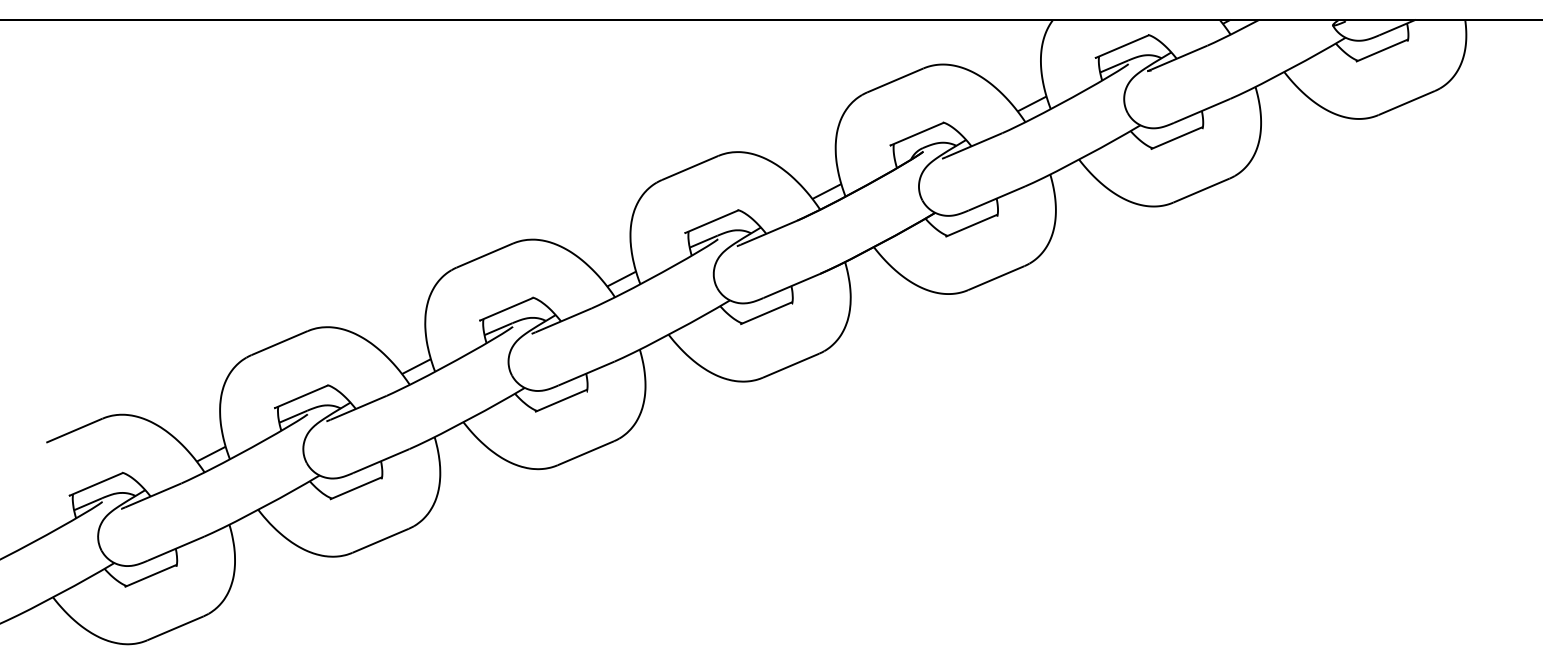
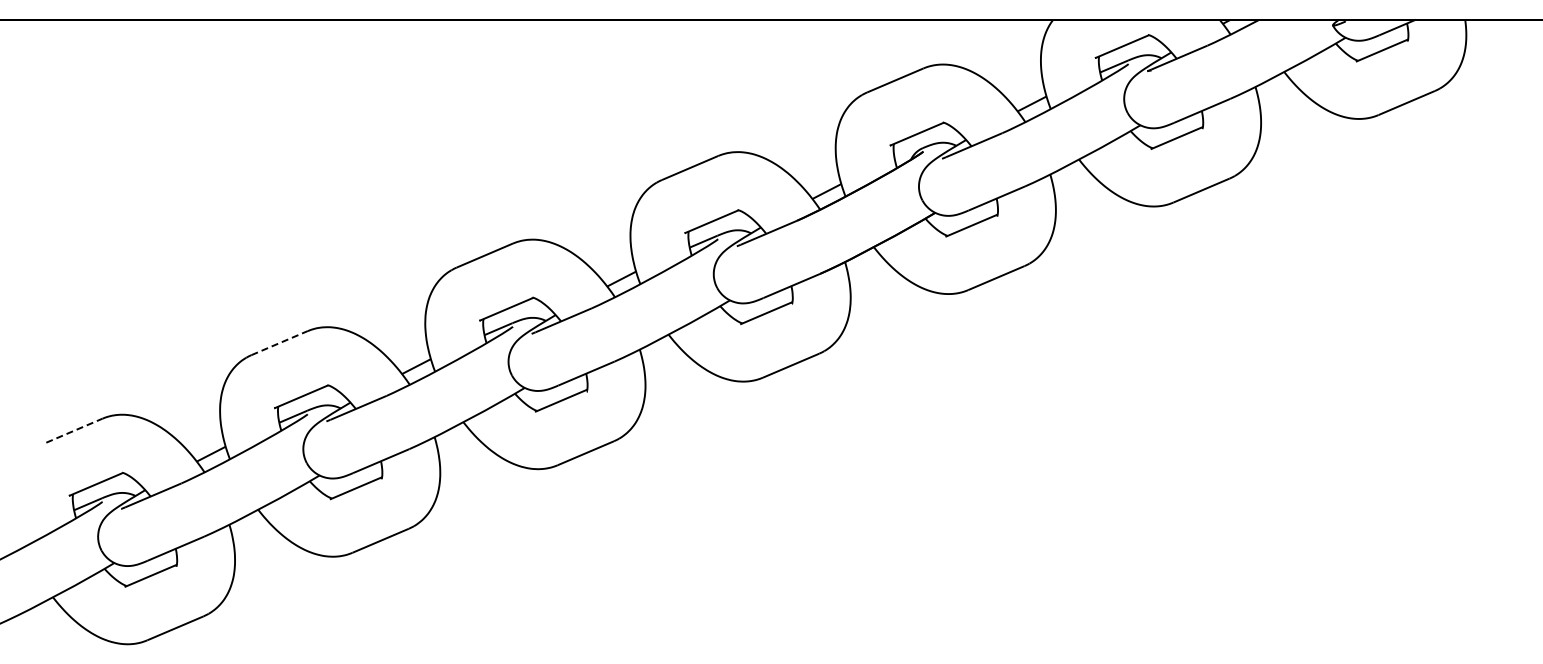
line at (279, 343): solid -> dashed
line at (74, 430): solid -> dashed
